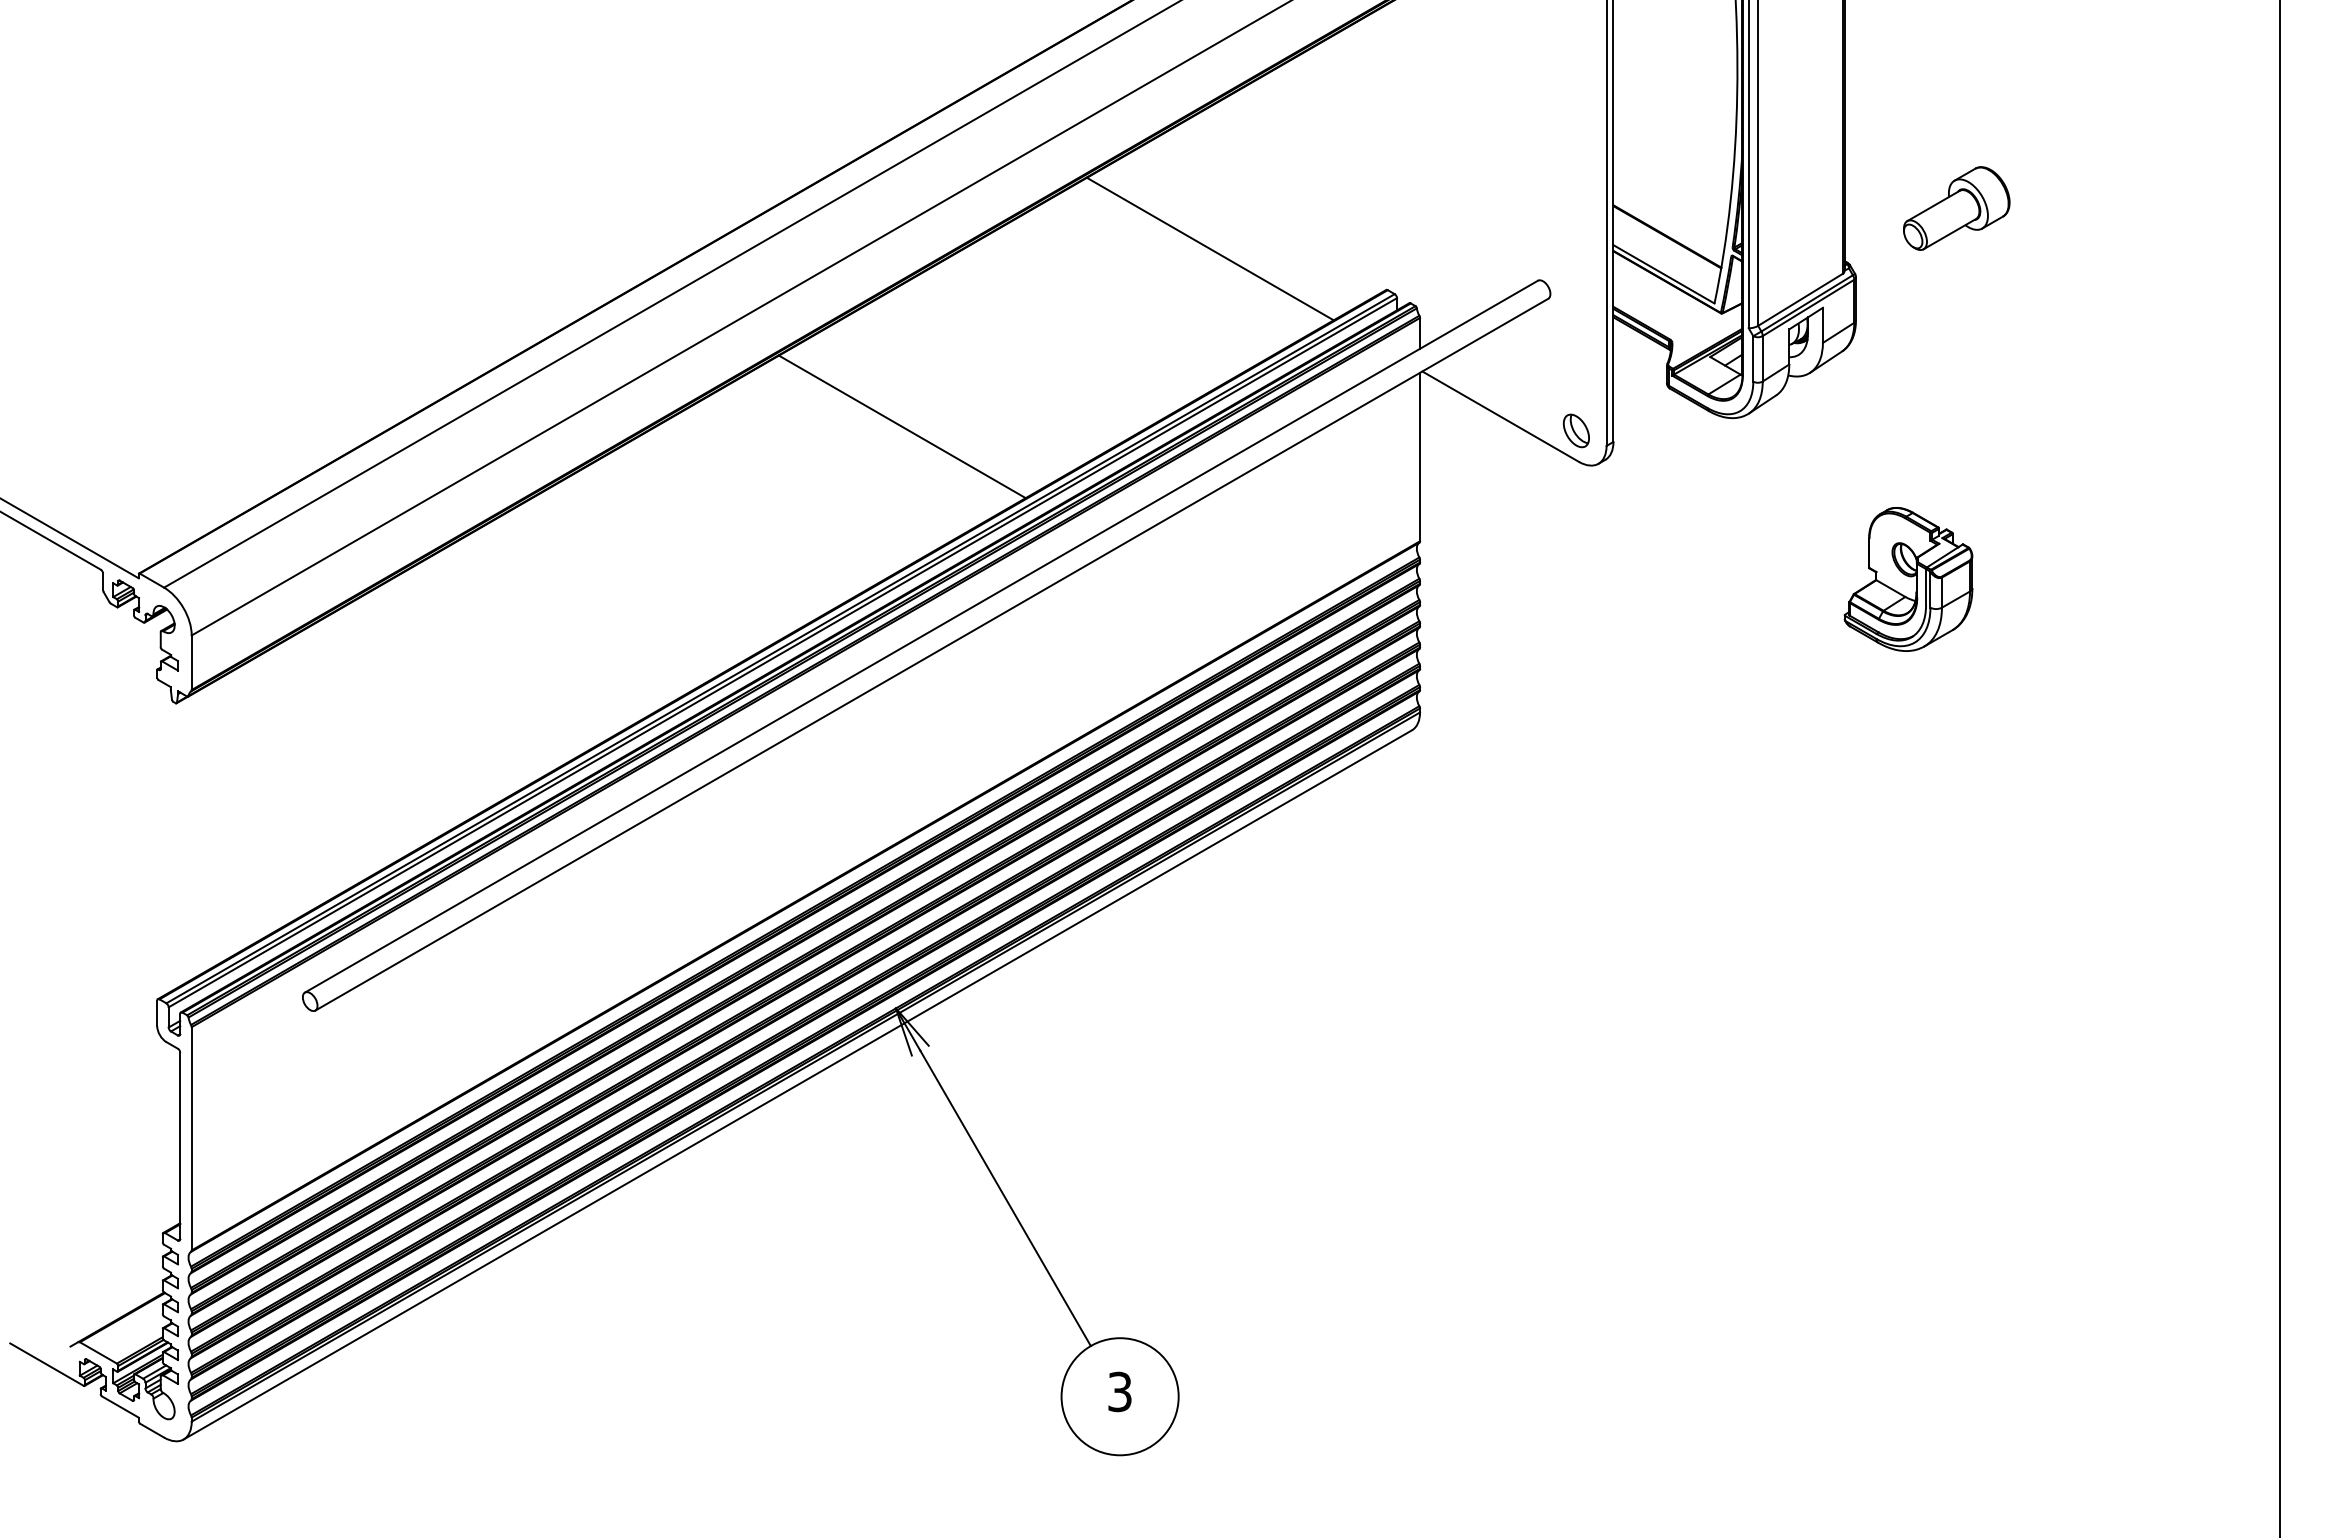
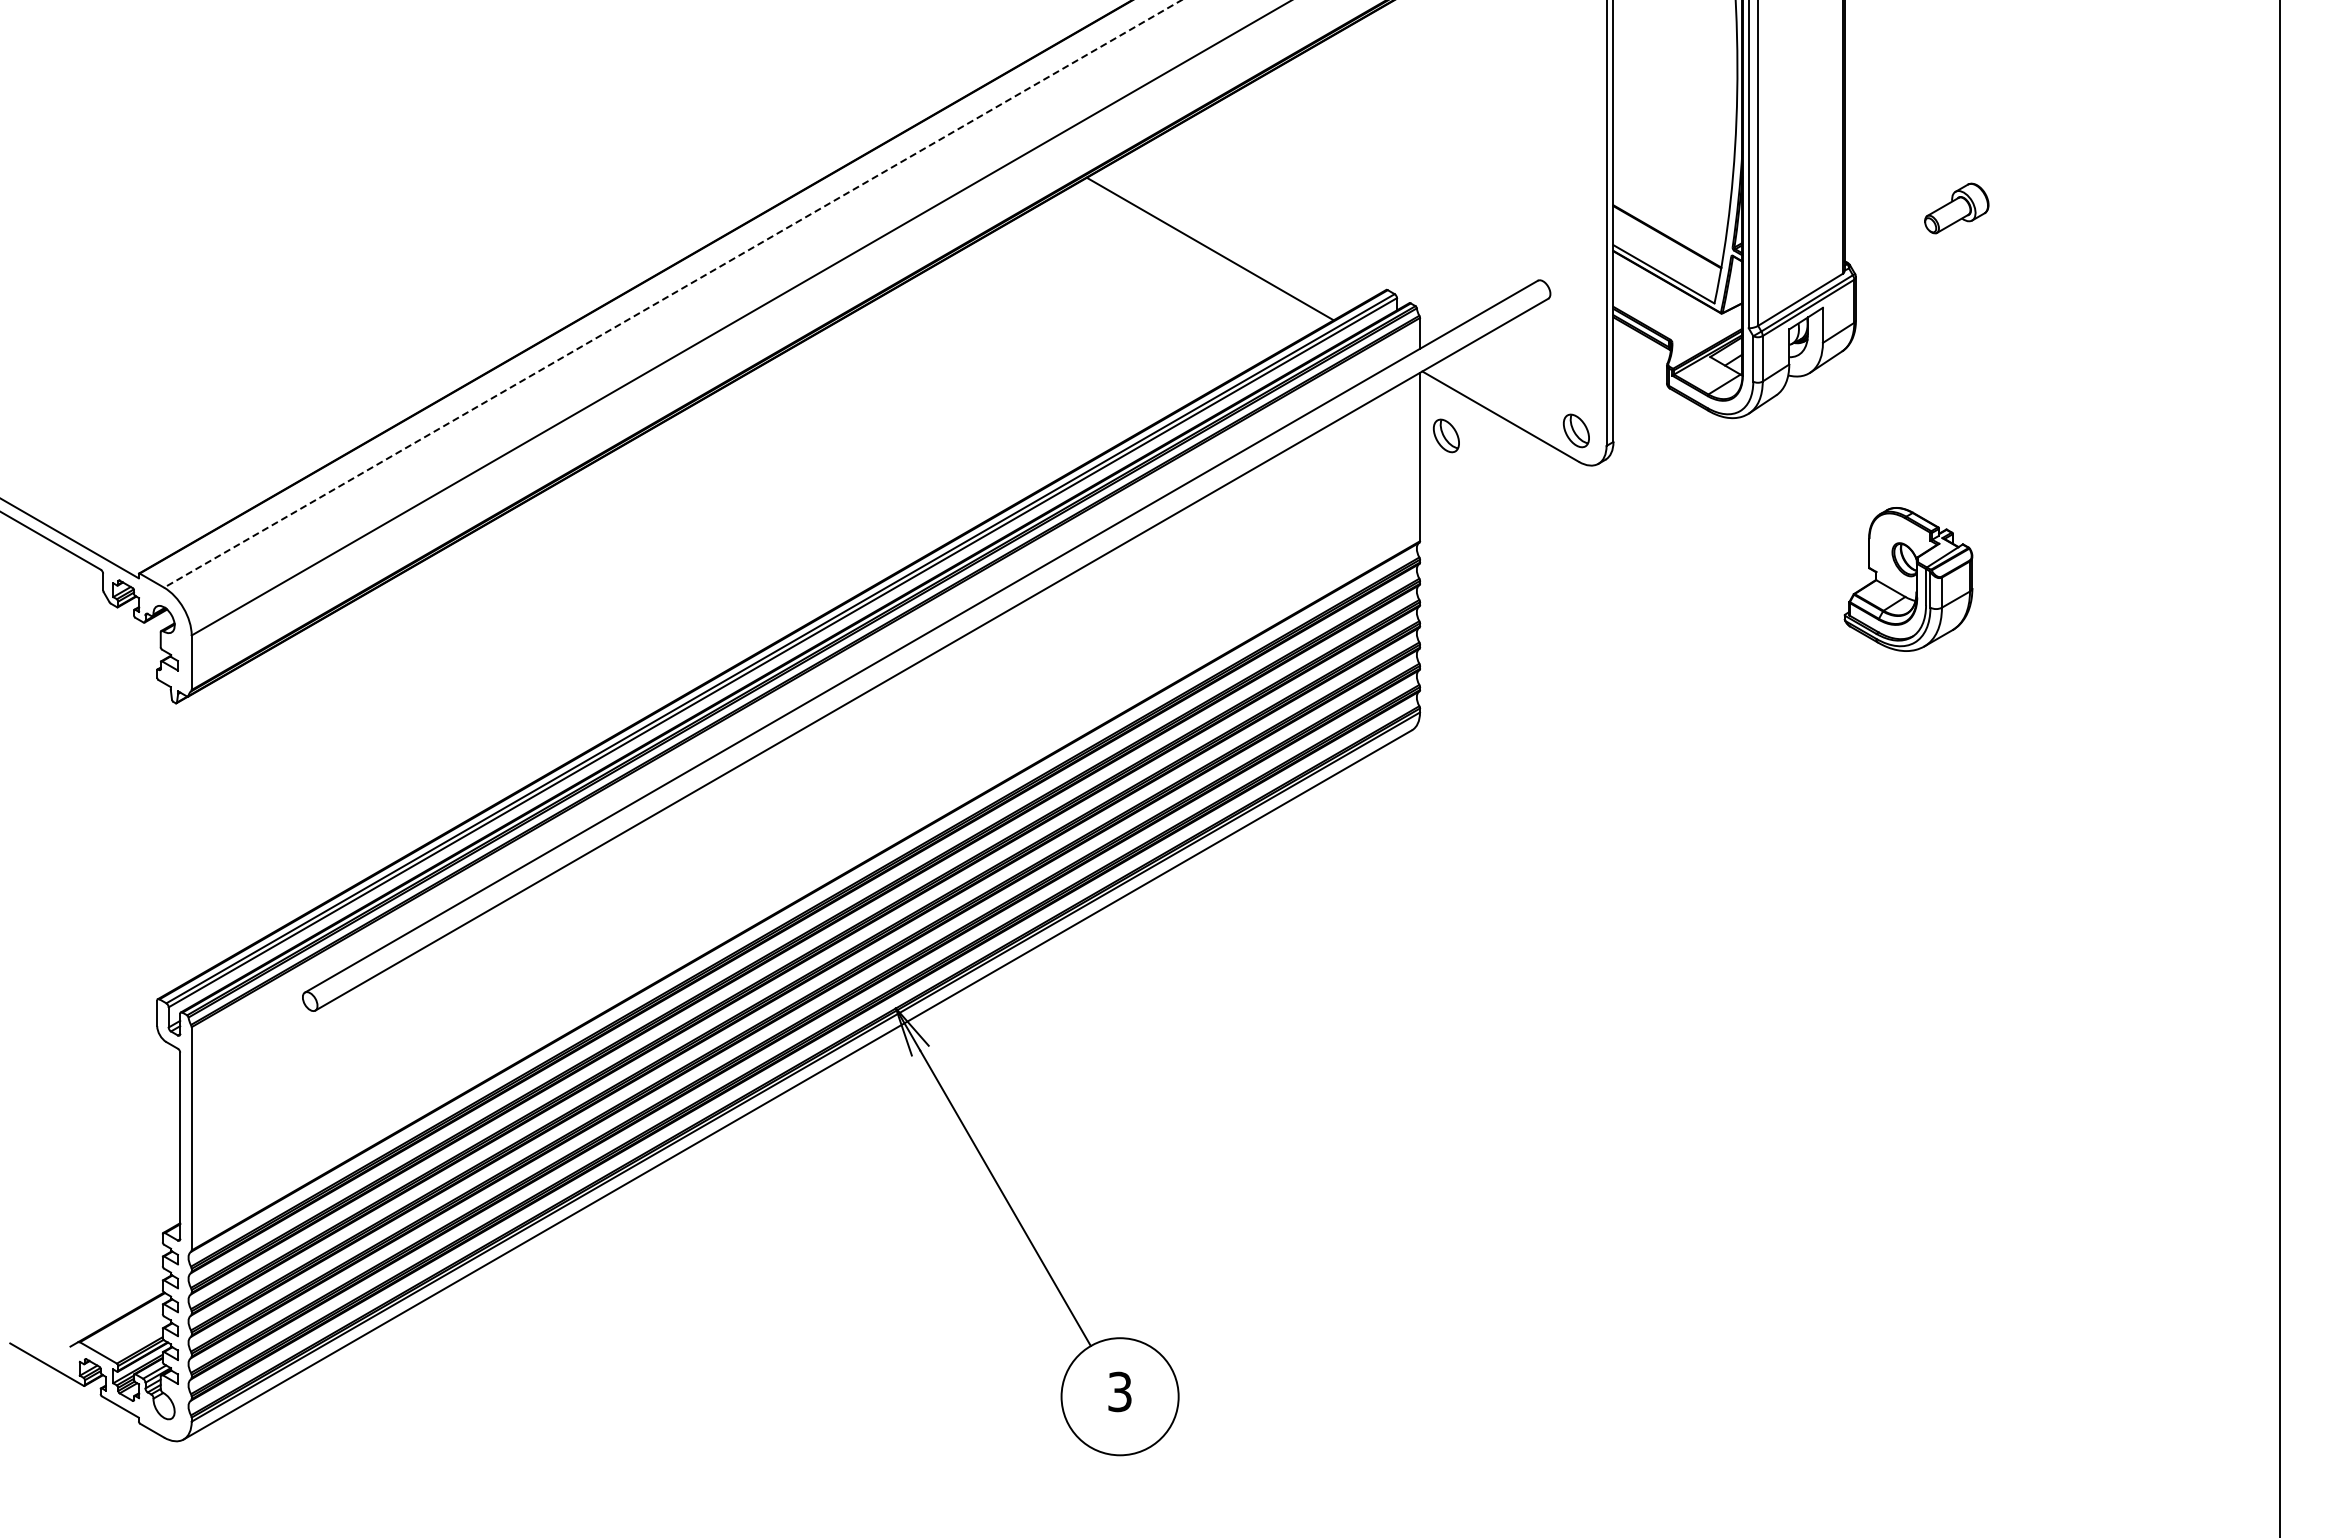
part at (1956, 208) size: 108x85 px -> 66x53 px
line at (672, 294): solid -> dashed
line at (901, 426): present -> none
part at (1446, 435): none -> present
